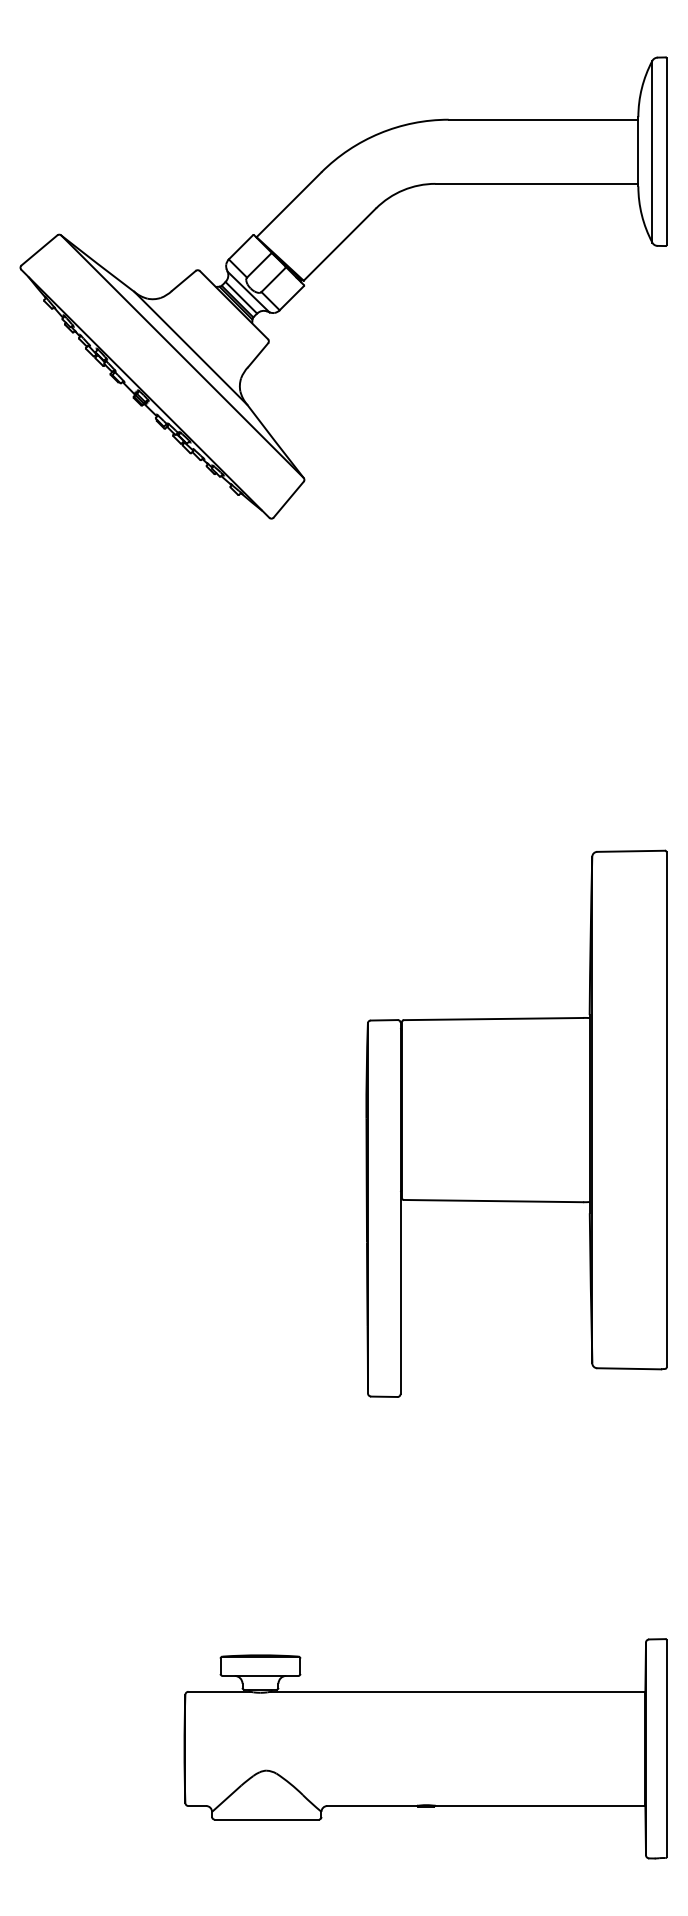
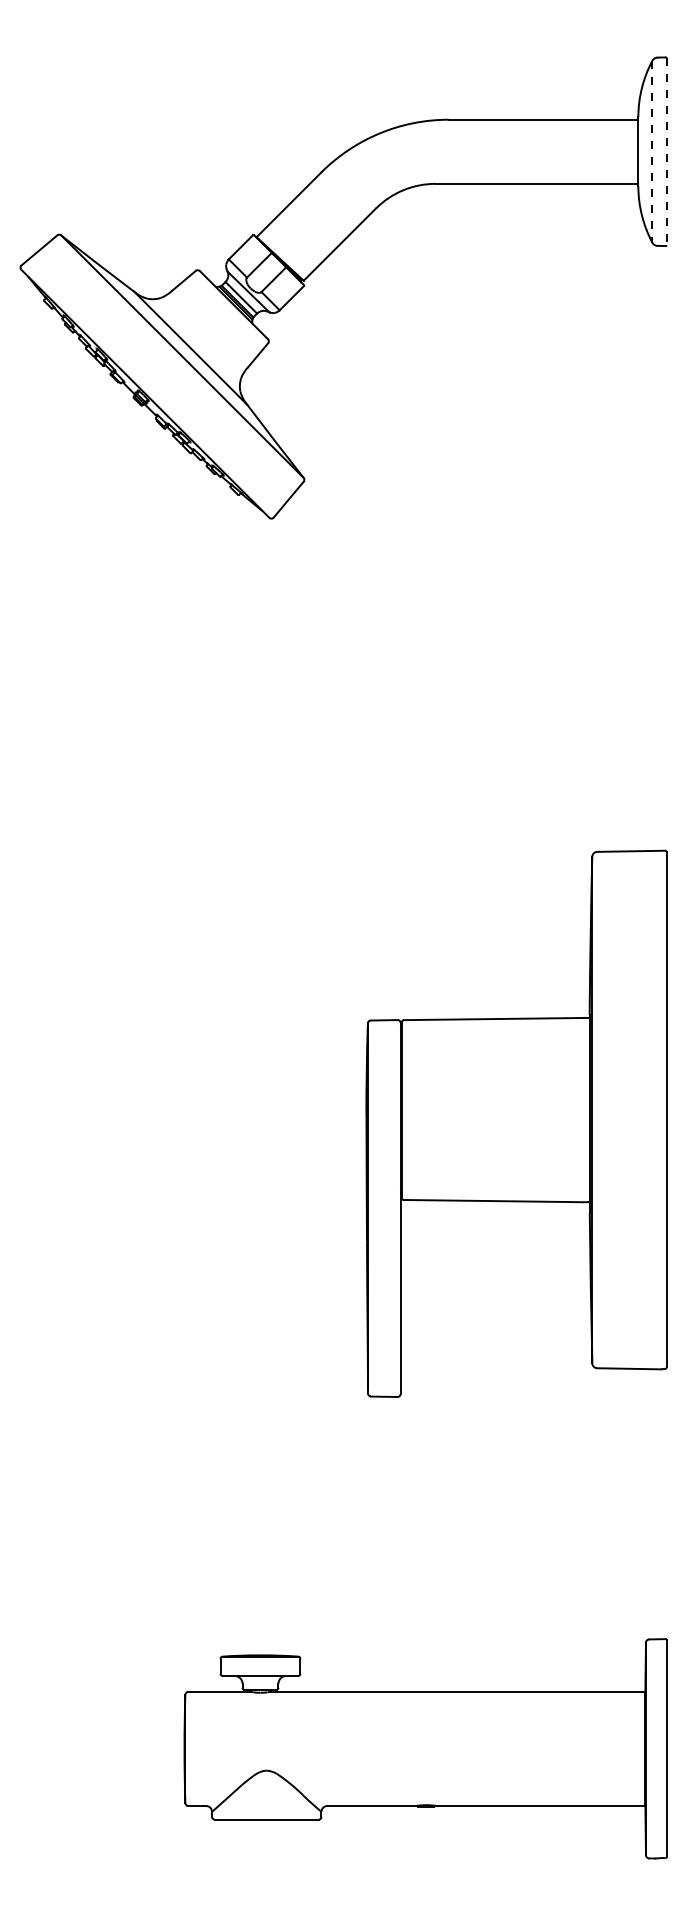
line at (652, 151): solid -> dashed
line at (666, 152): solid -> dashed
